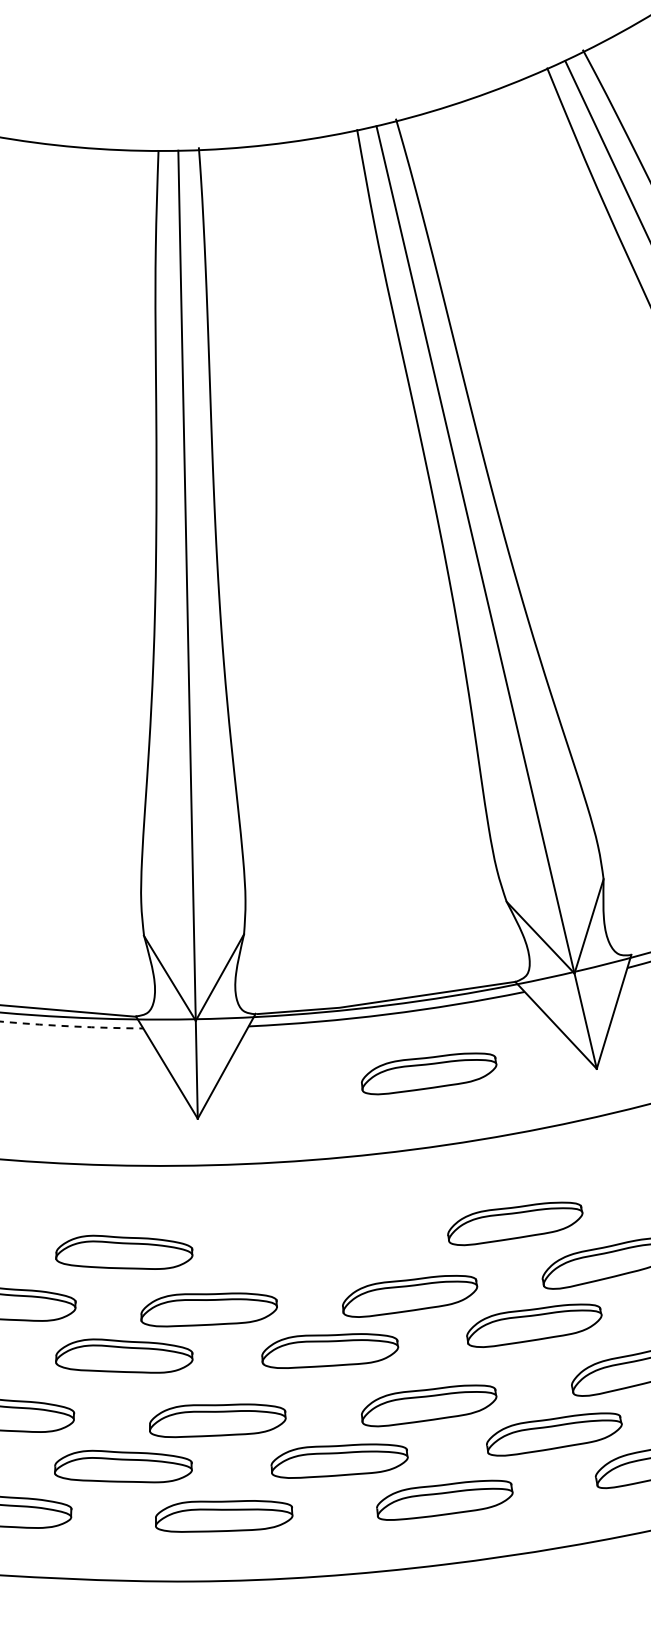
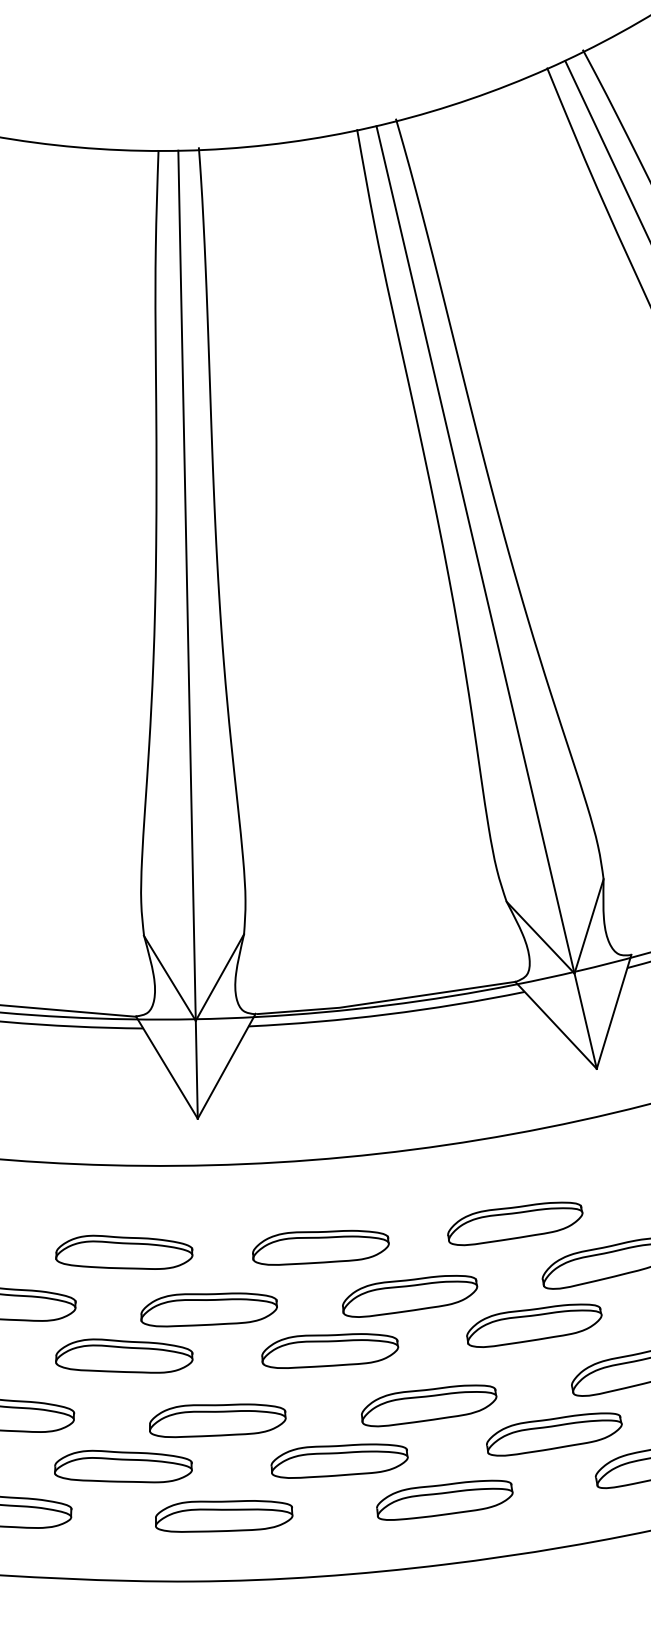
arc at (72, 1026): dashed -> solid
part at (429, 1073): present -> none
part at (320, 1247): none -> present
